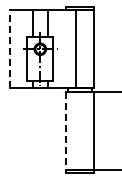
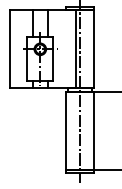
line at (9, 49): dashed -> solid
line at (80, 92): none -> present
line at (66, 131): dashed -> solid
